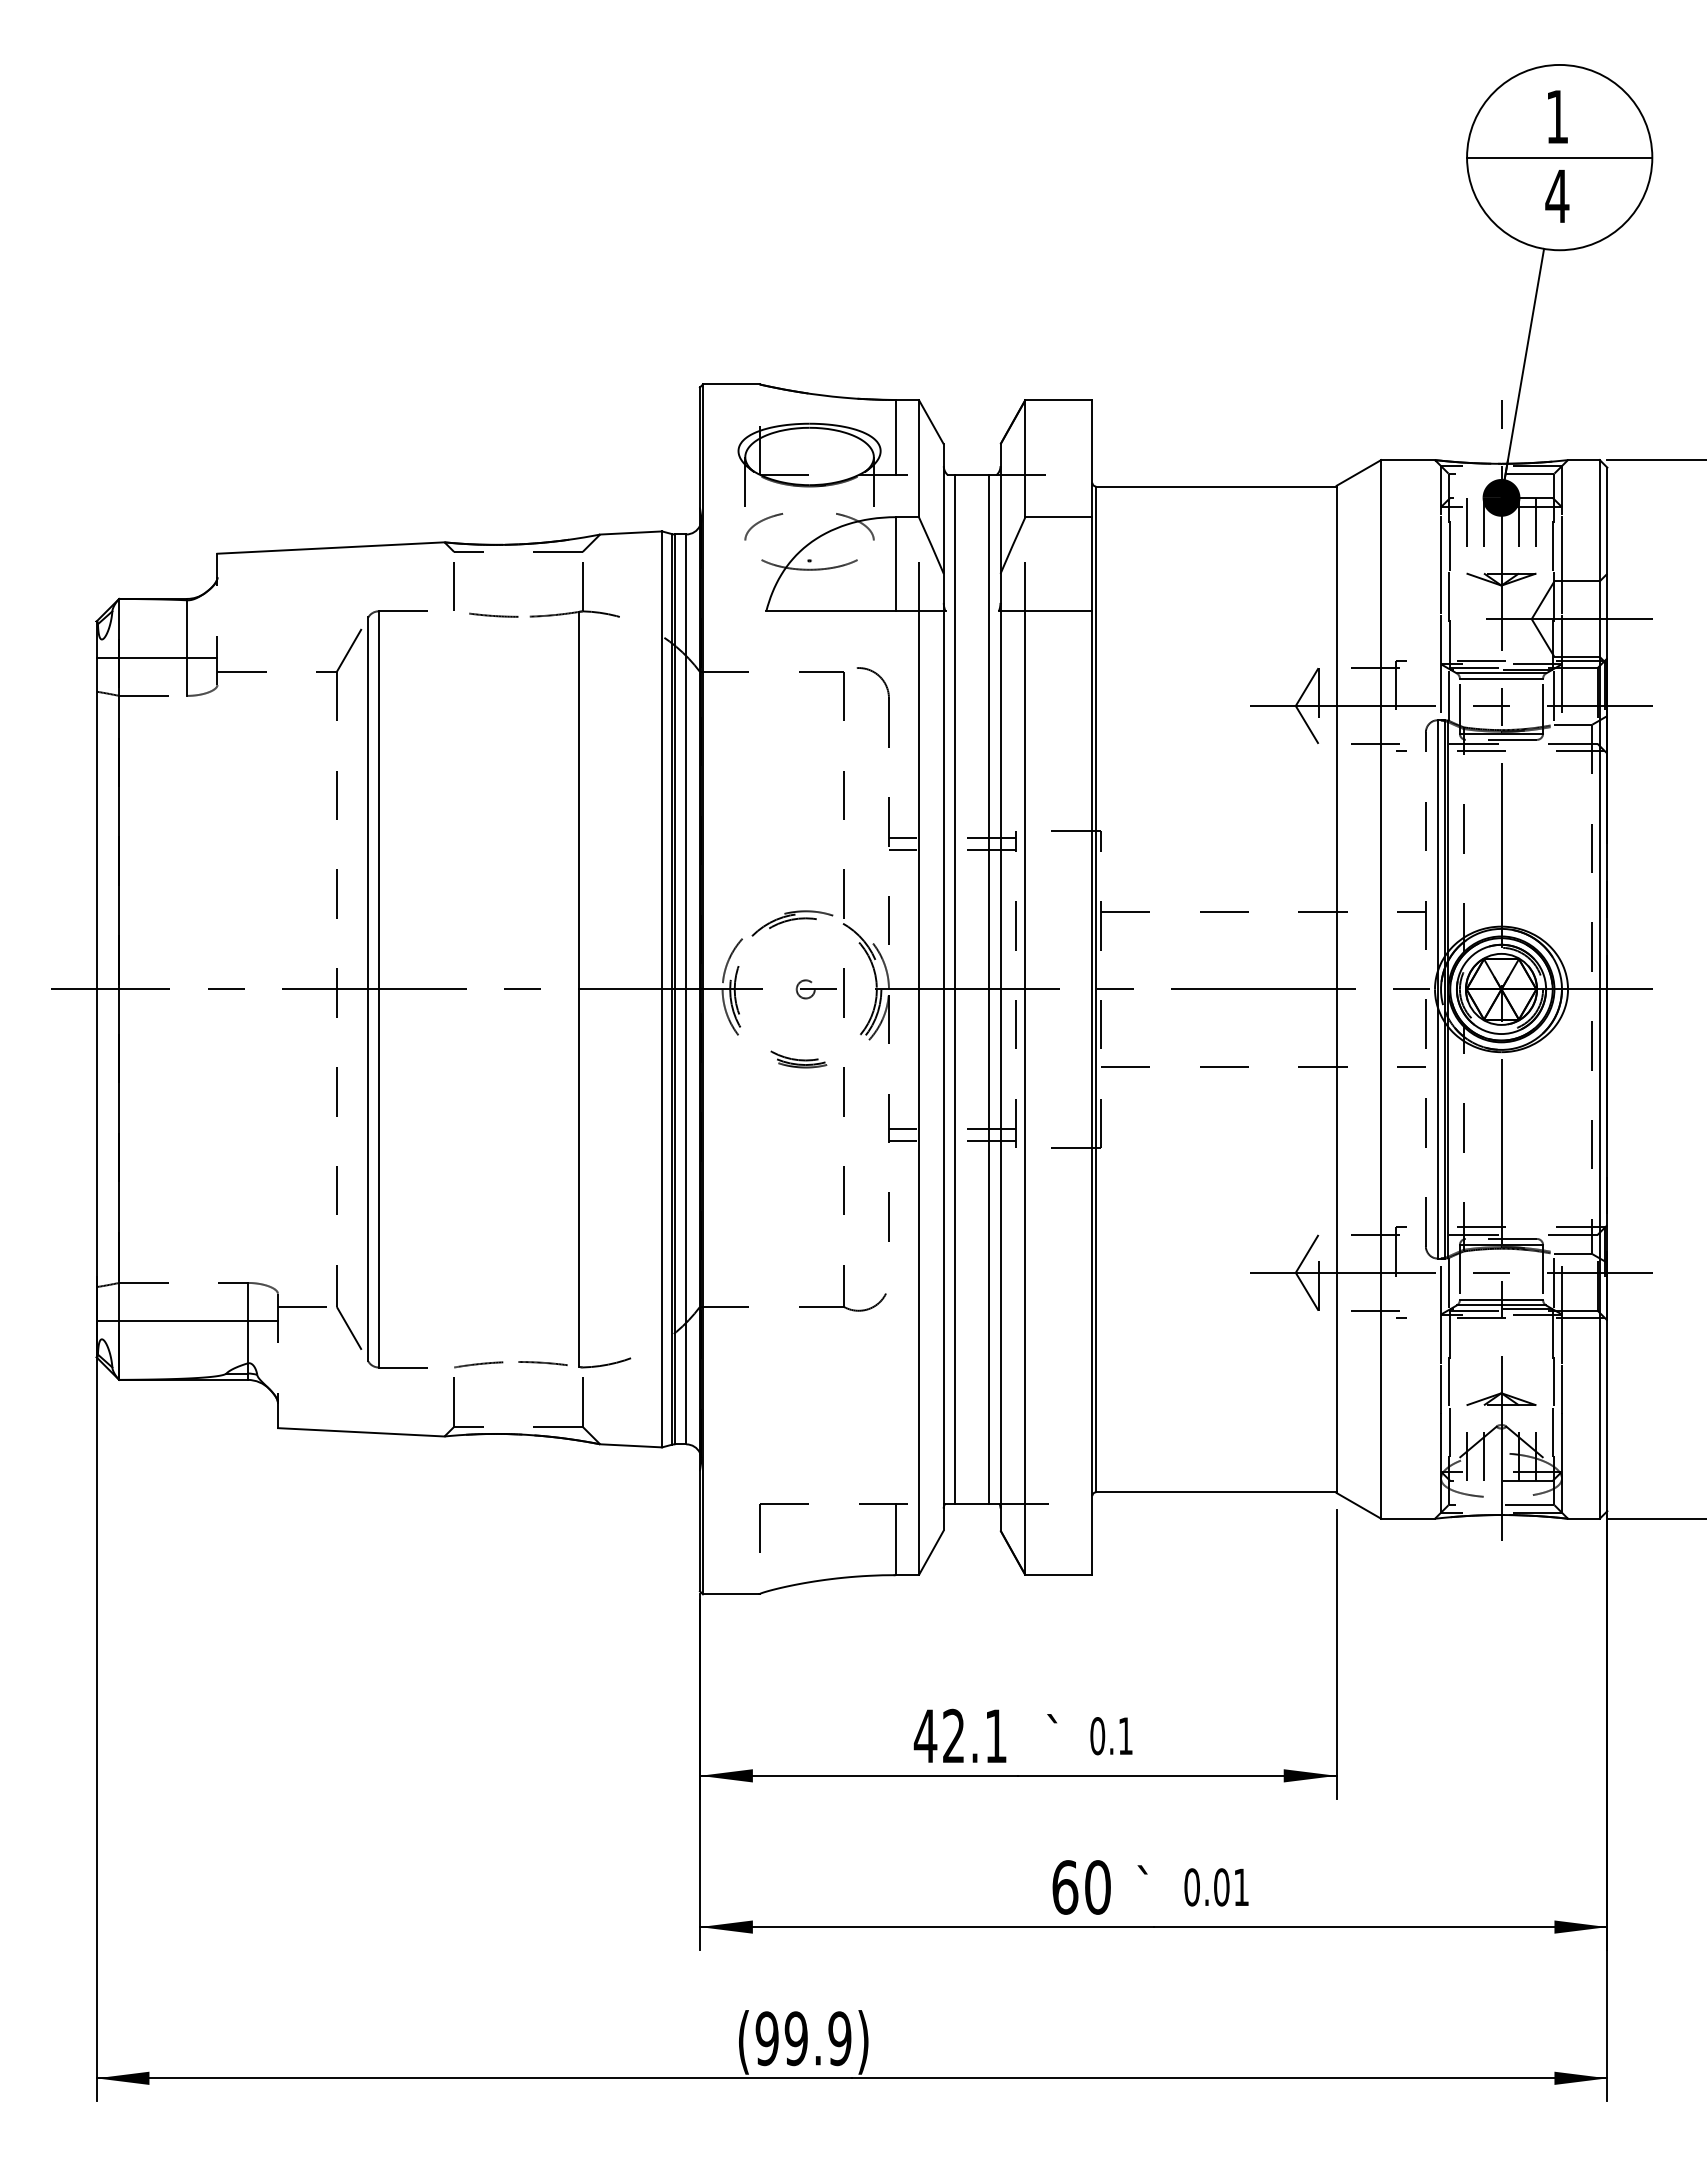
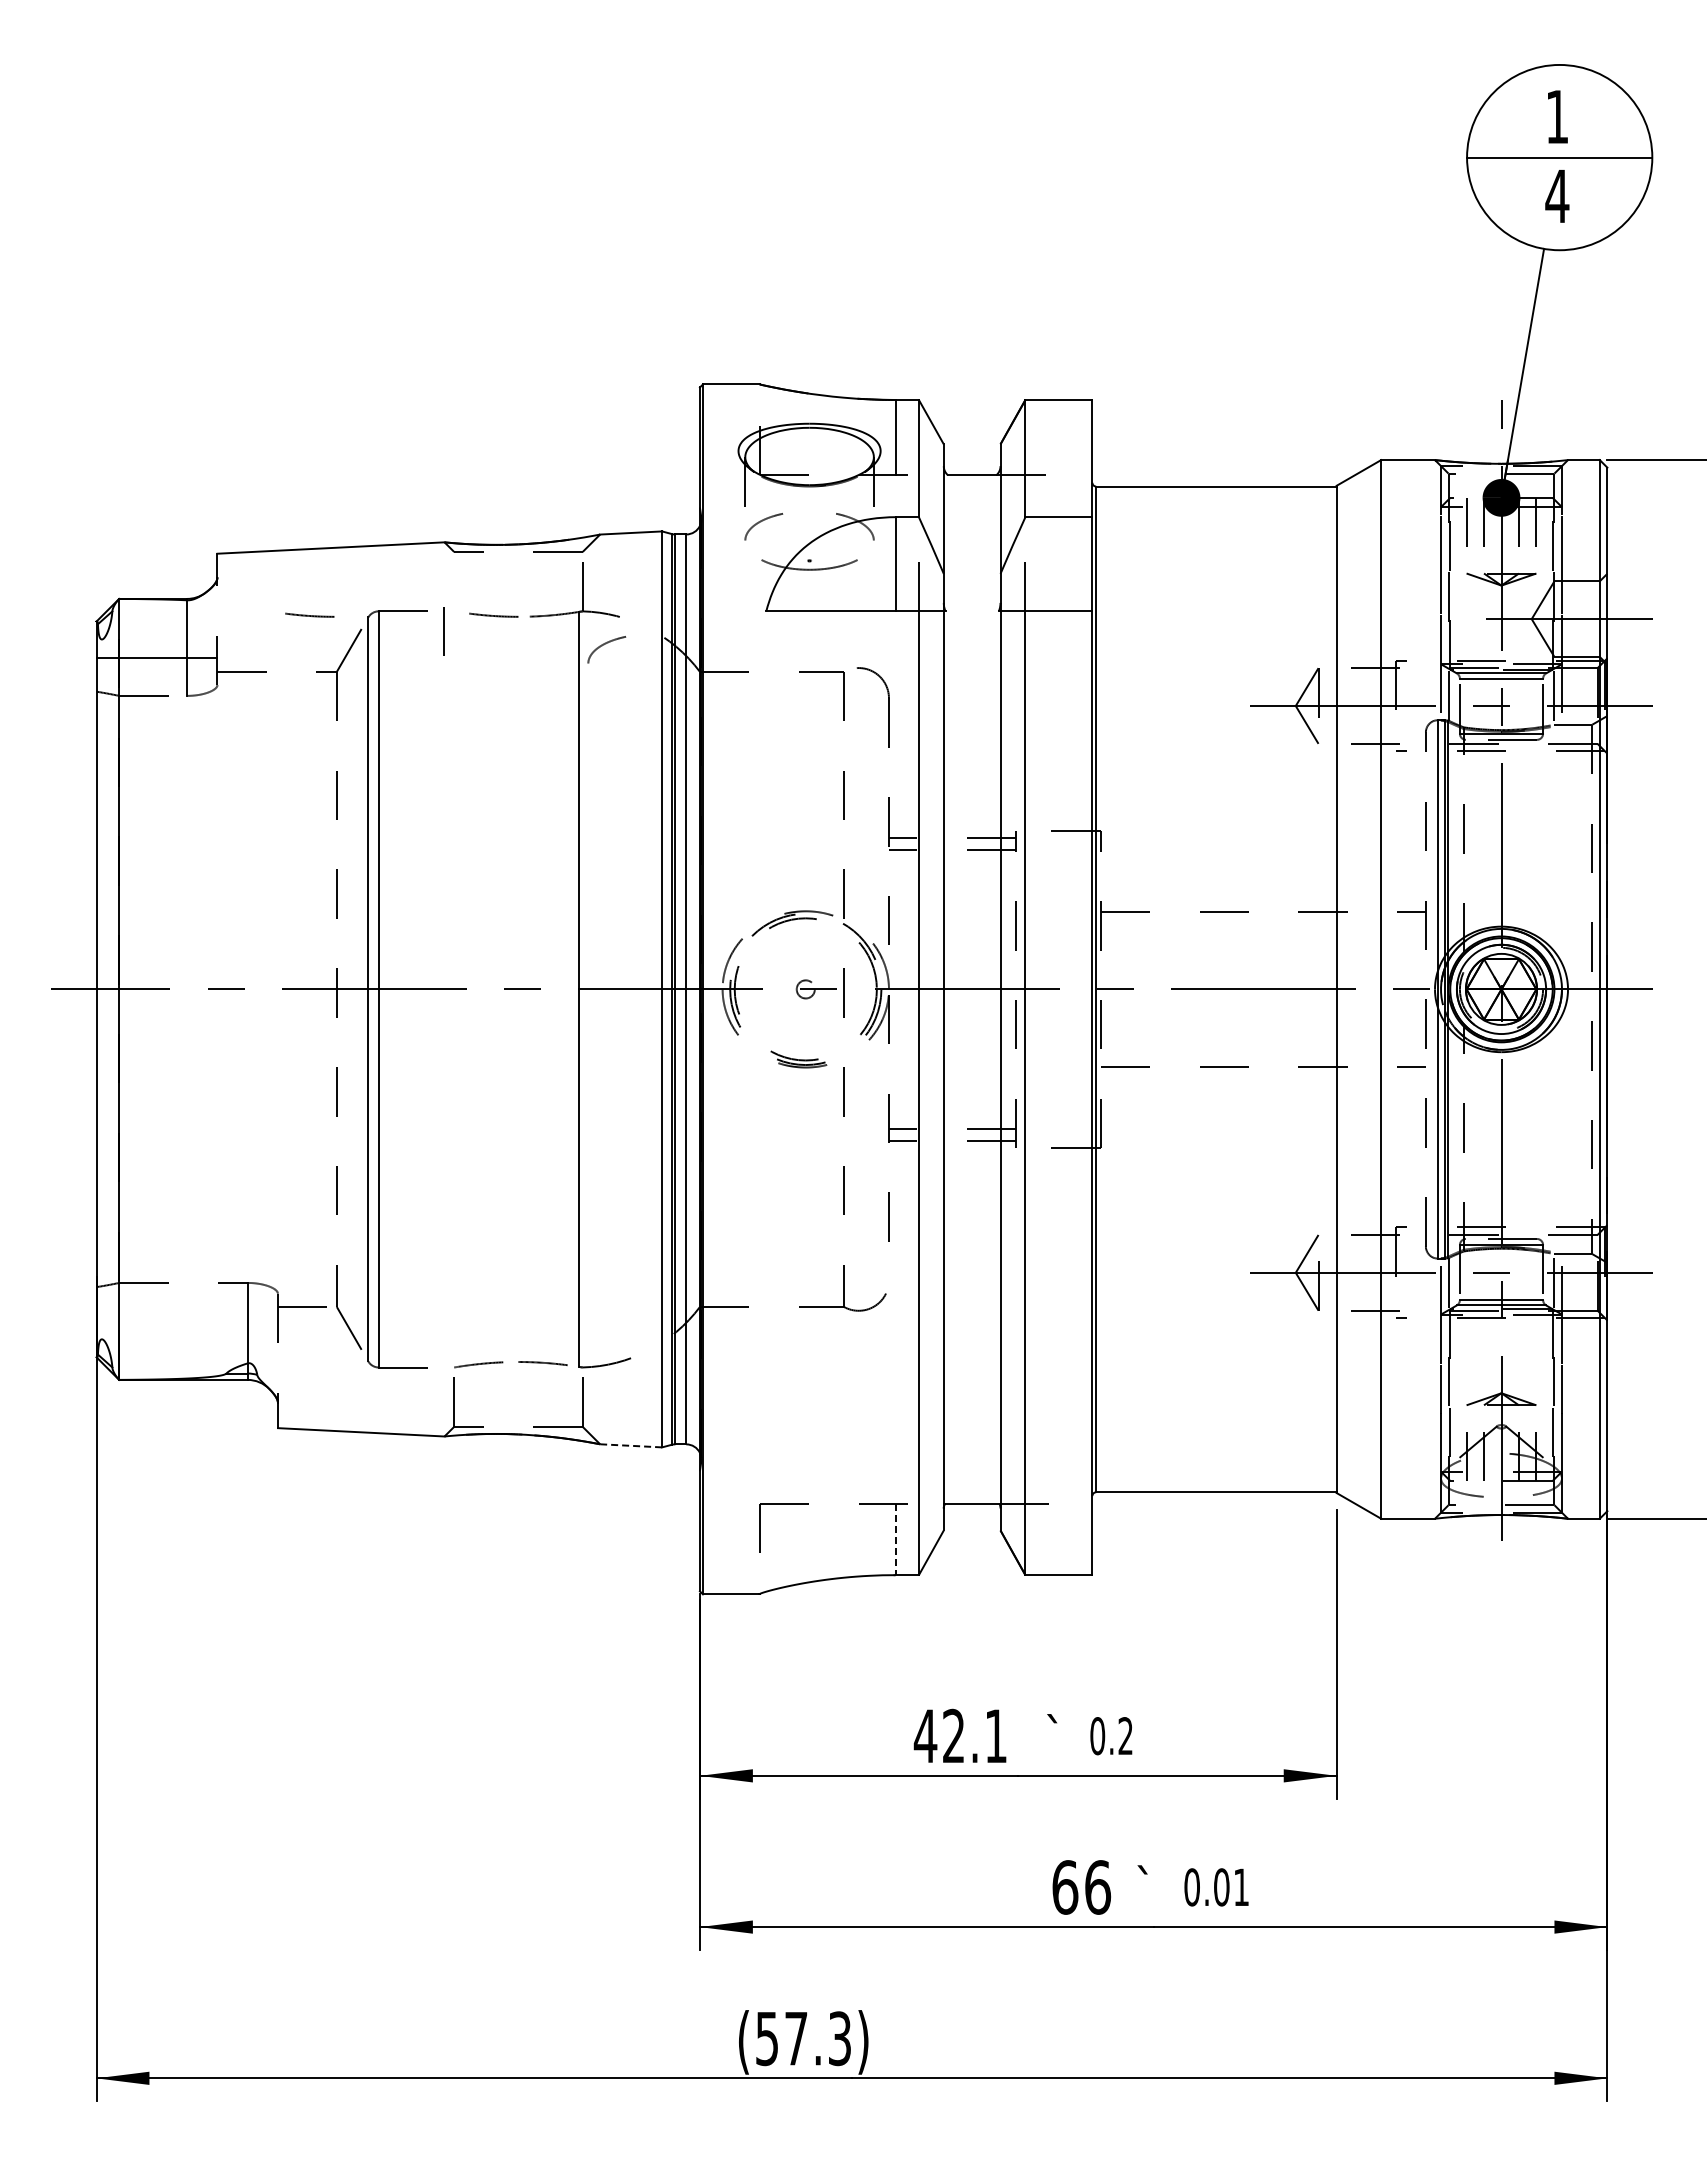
line at (453, 586) position: (453, 586) -> (443, 631)
line at (309, 615): none -> present
curve at (604, 645): none -> present
line at (955, 989): present -> none
line at (989, 989): present -> none
line at (186, 1321): present -> none
line at (631, 1445): solid -> dashed
line at (895, 1539): solid -> dashed
text at (1125, 1735): 0.1 -> 0.2
text at (1098, 1887): 60 -> 66
text at (803, 2038): (99.9) -> (57.3)
